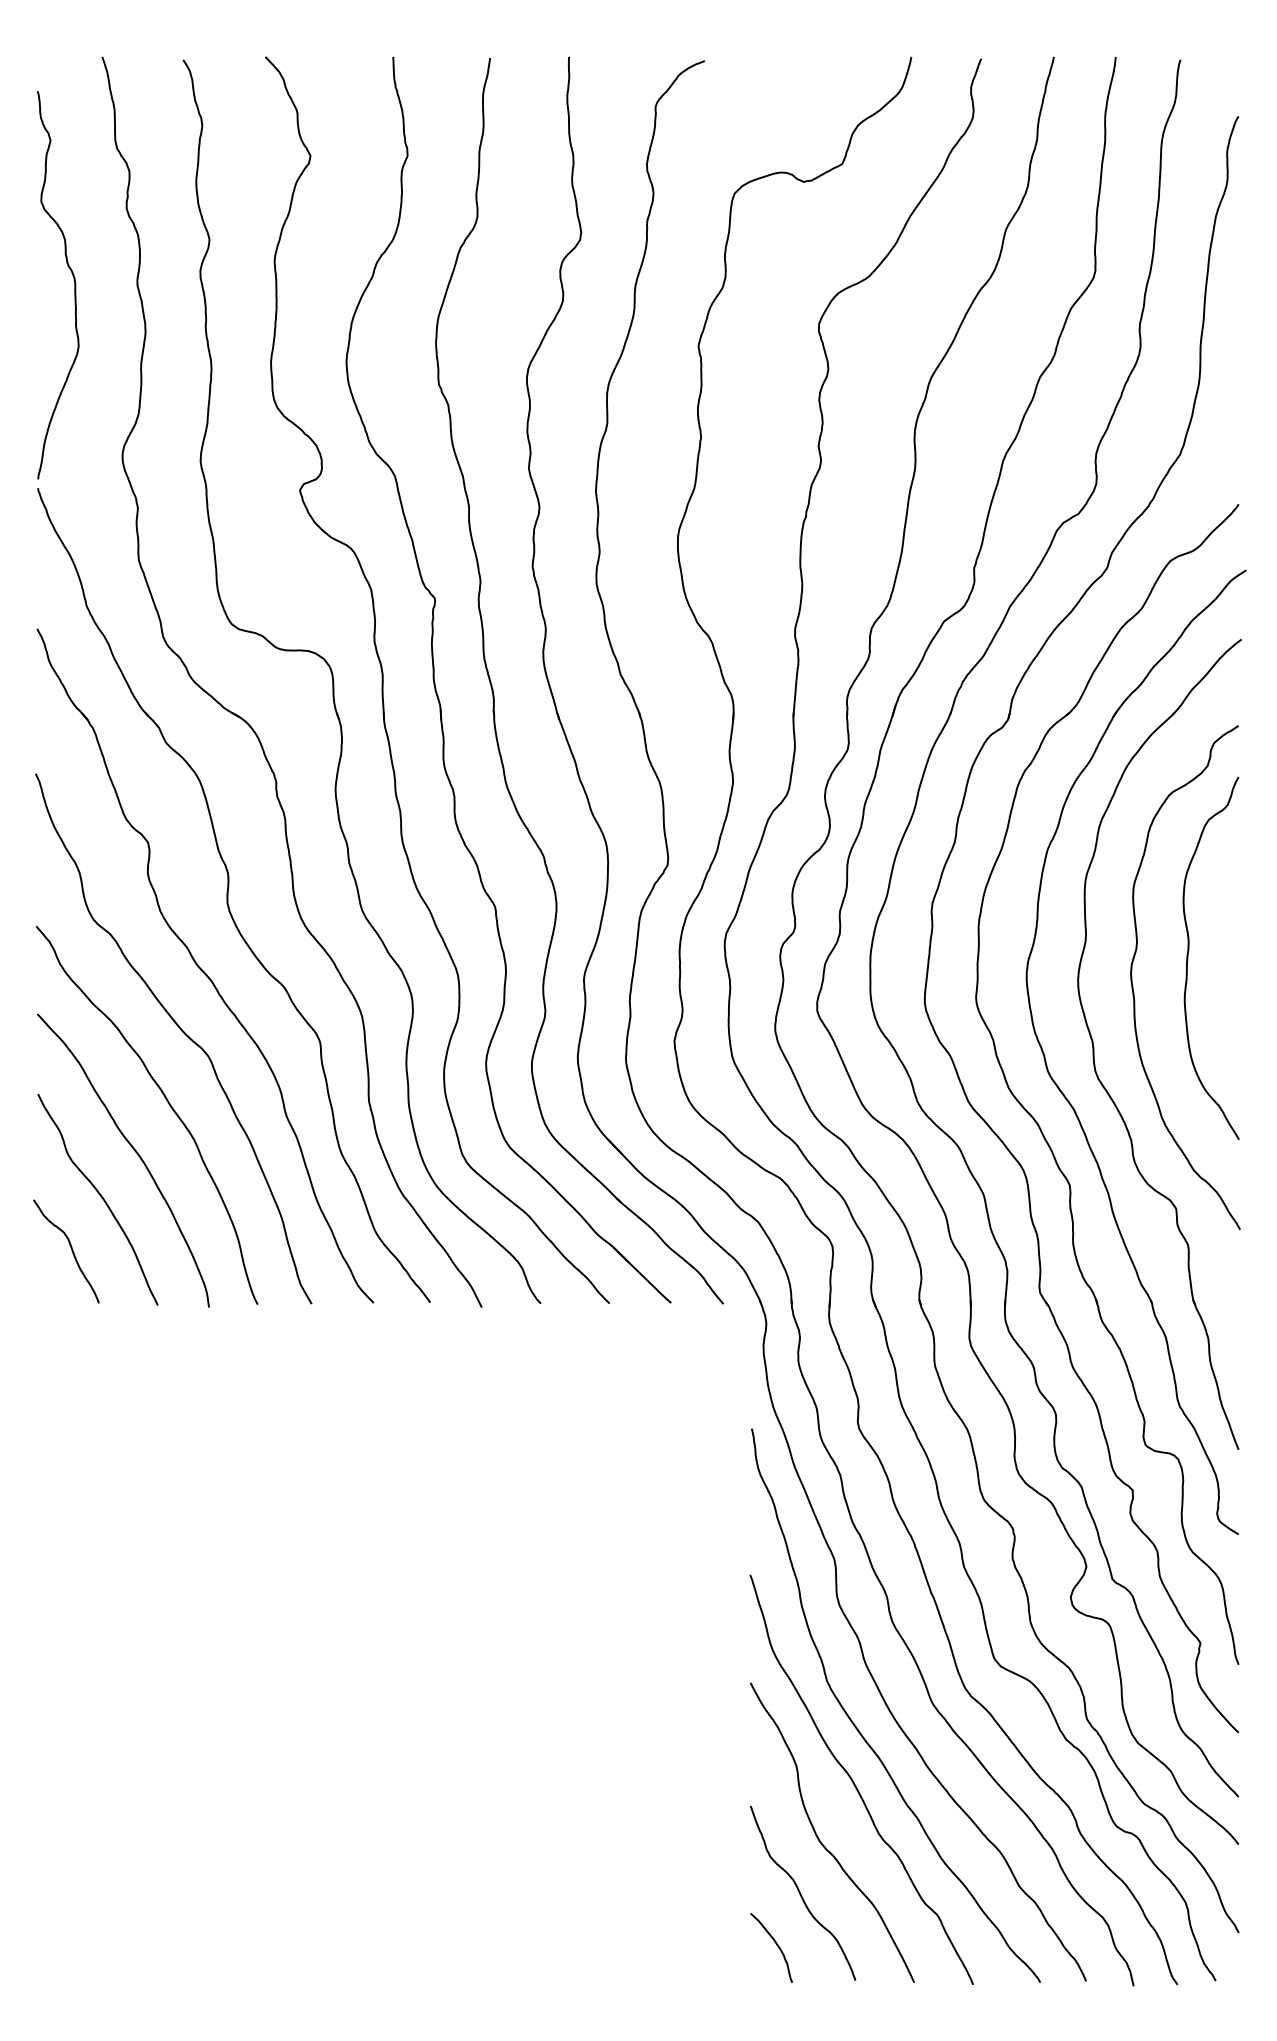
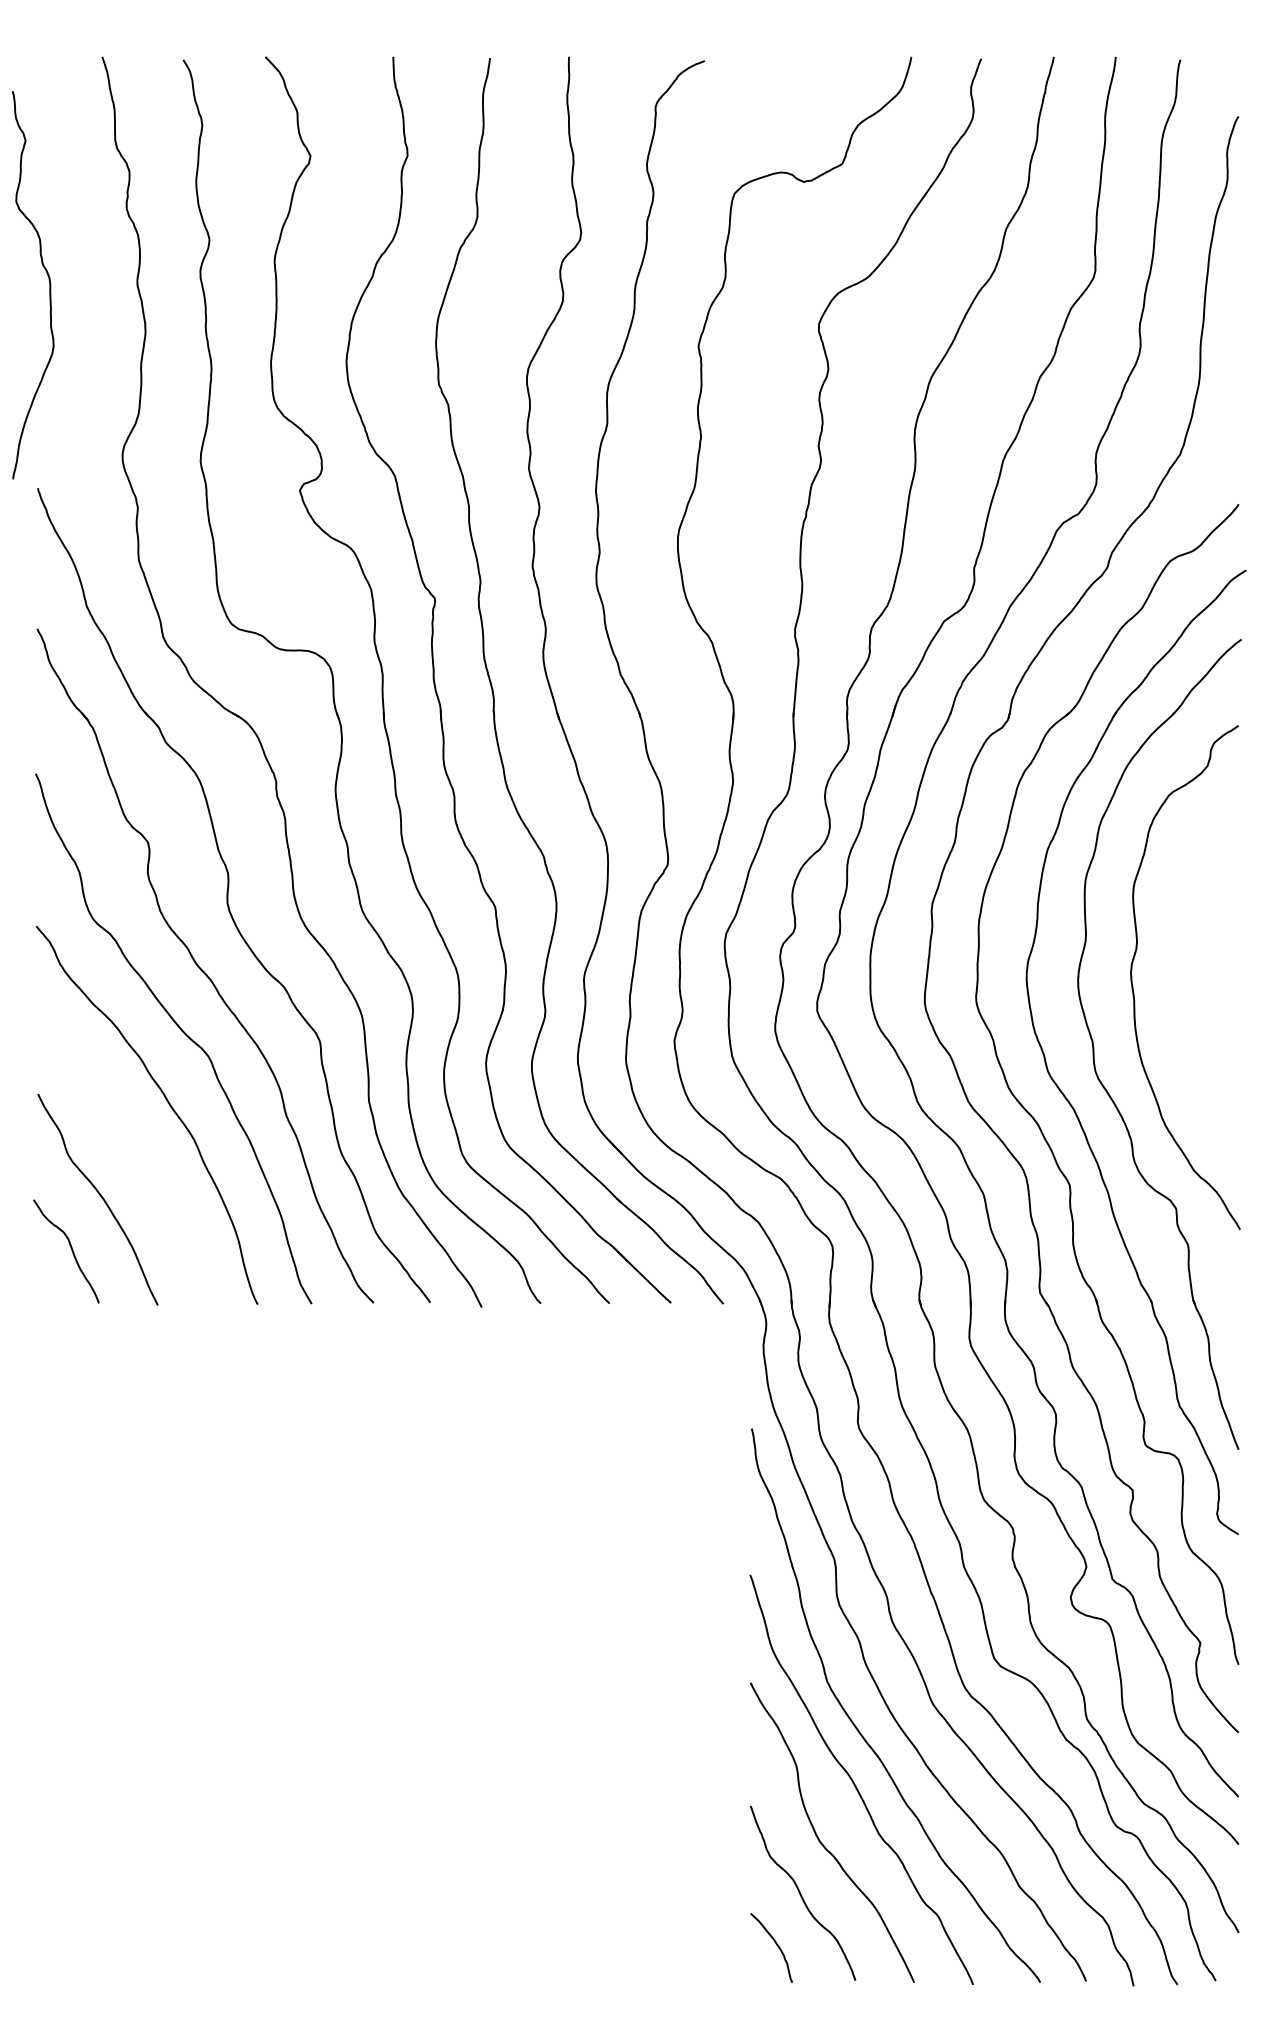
curve at (73, 280) position: (73, 280) -> (48, 280)
curve at (1188, 957): present -> none
curve at (134, 1151): present -> none
